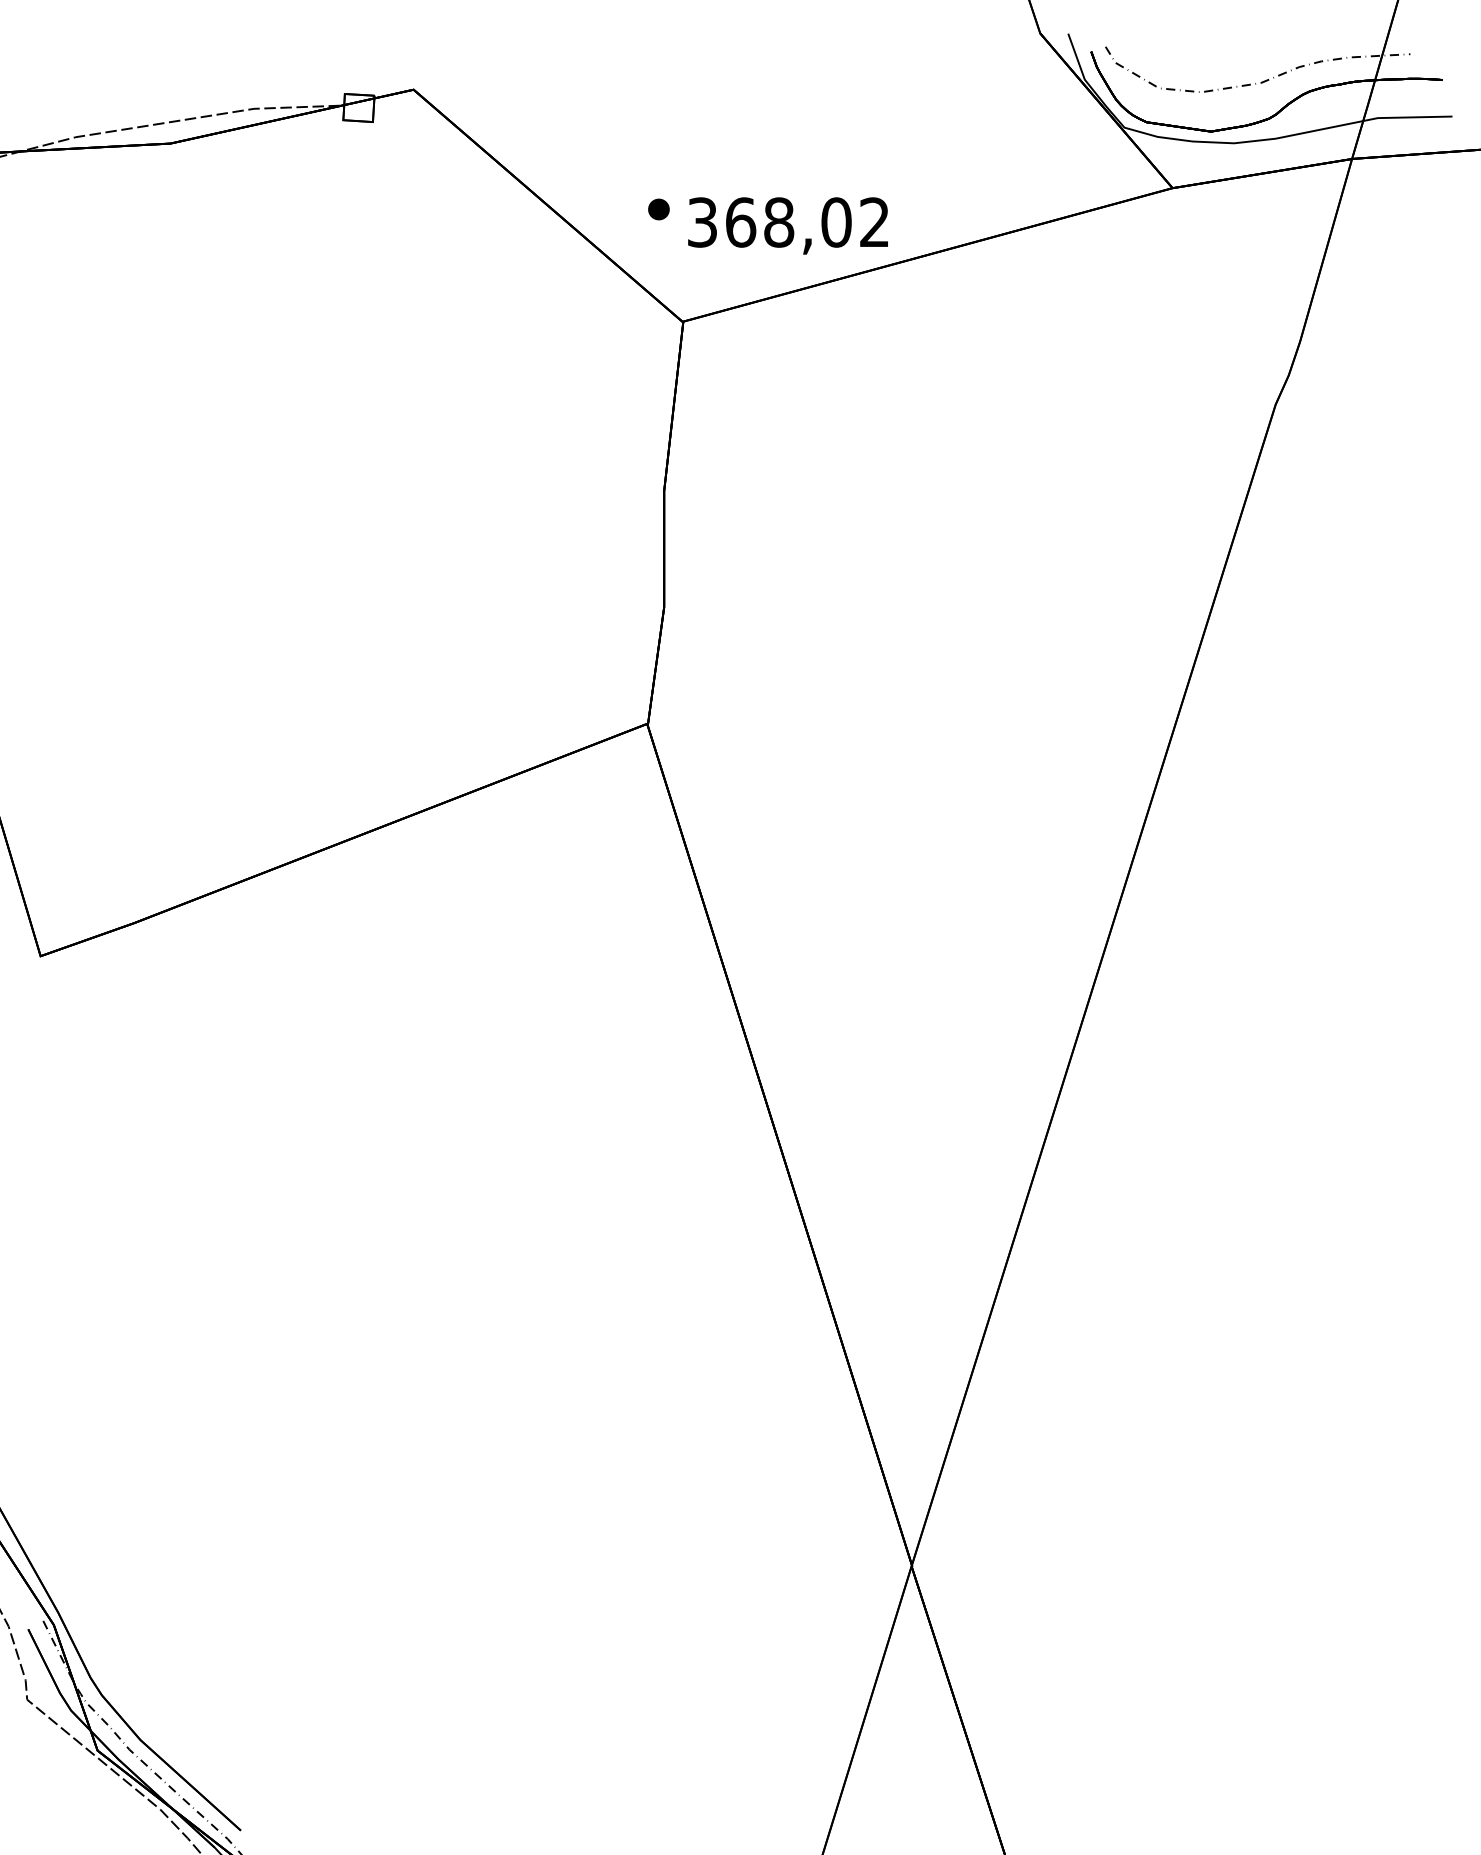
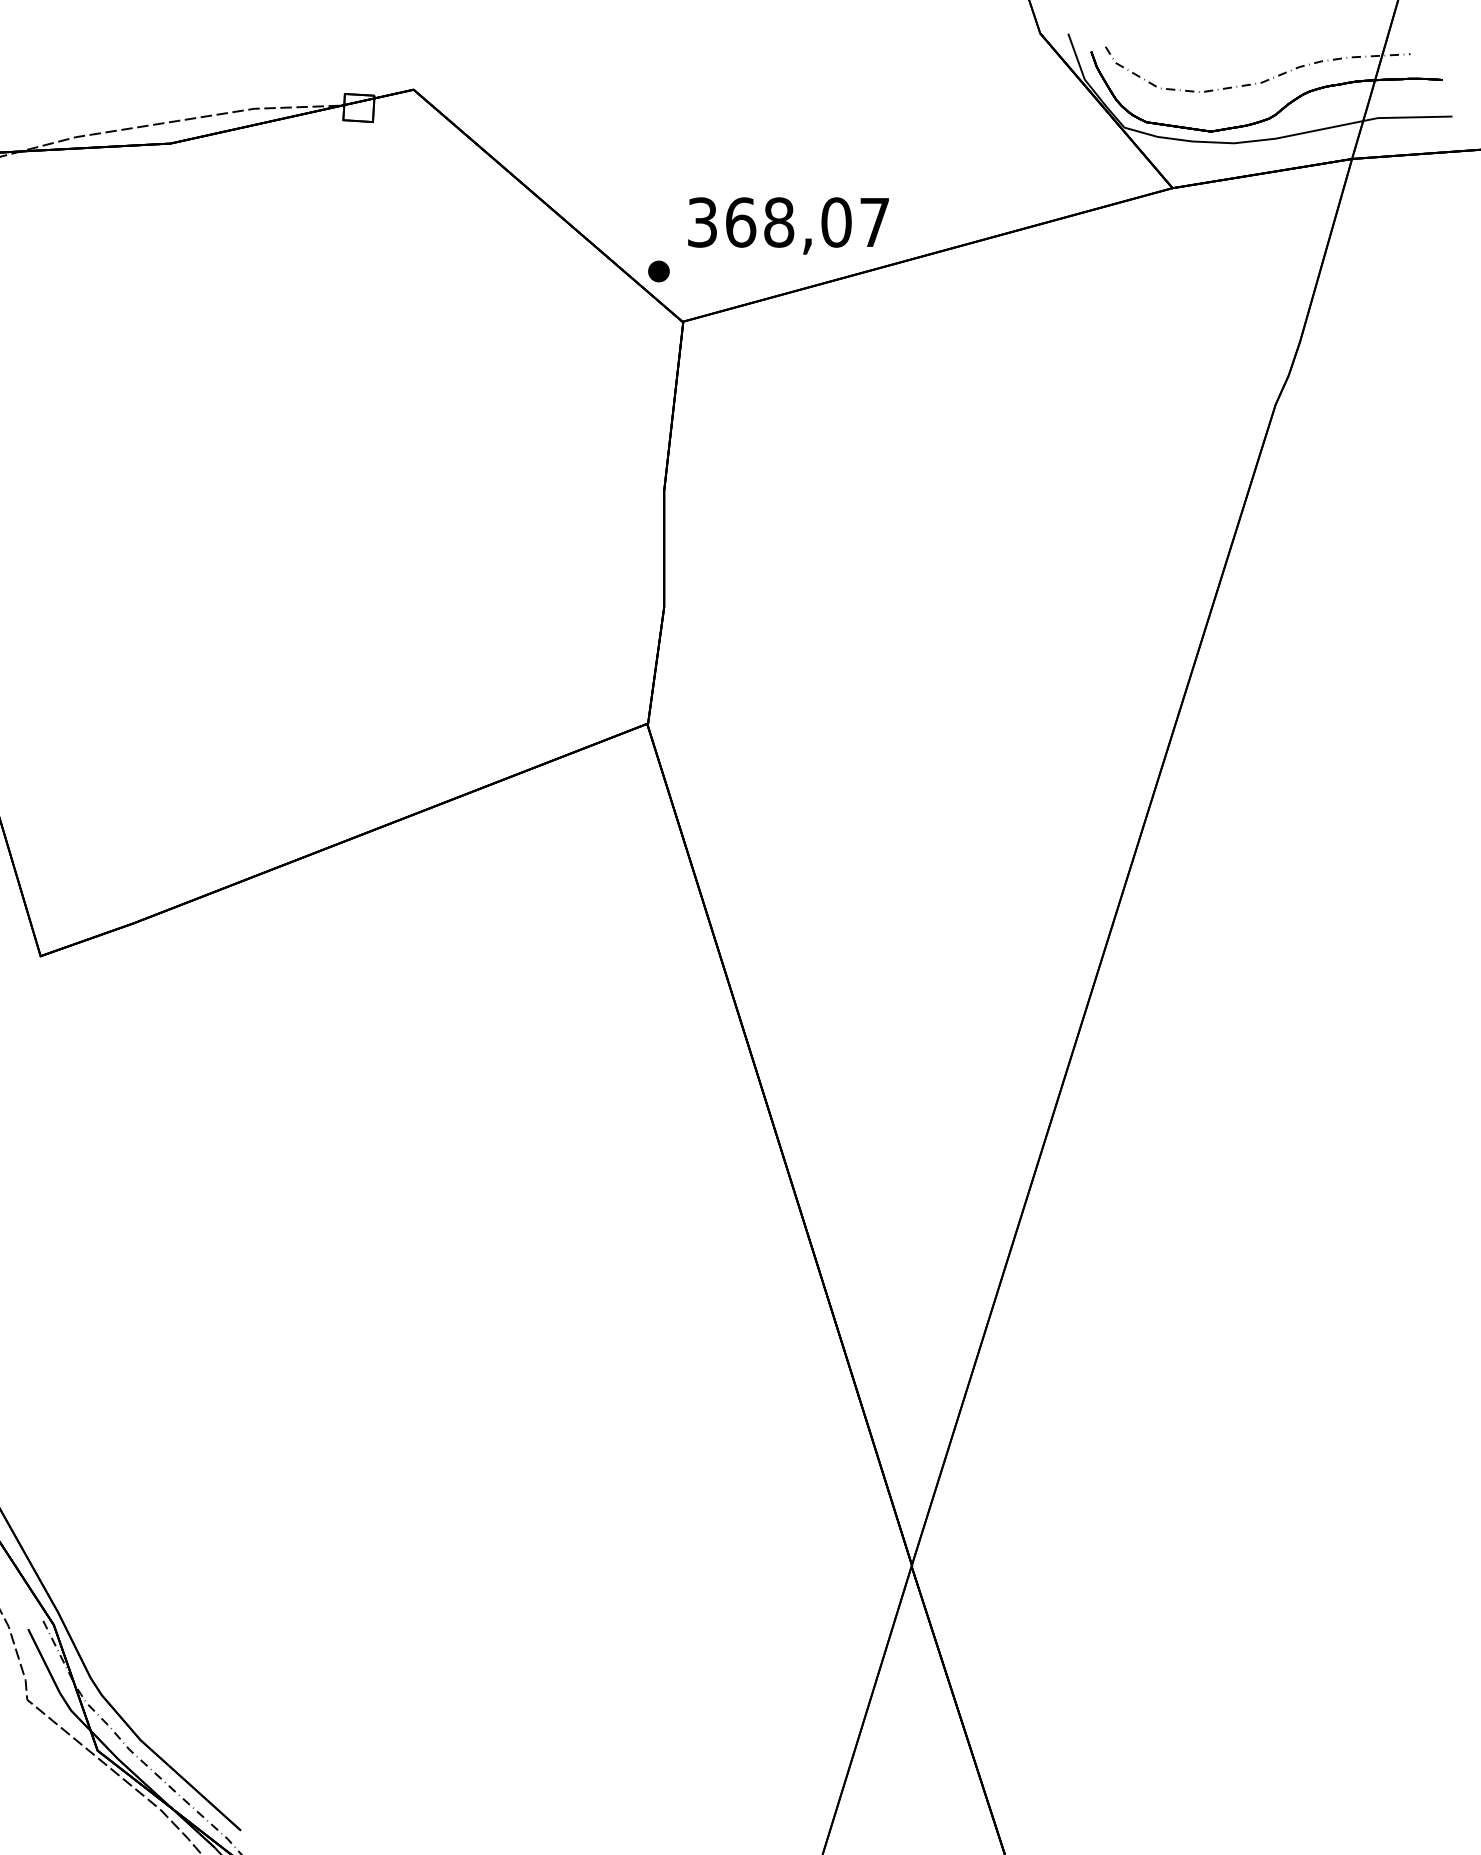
part at (658, 209) position: (658, 209) -> (658, 271)
text at (874, 221): 368,02 -> 368,07
